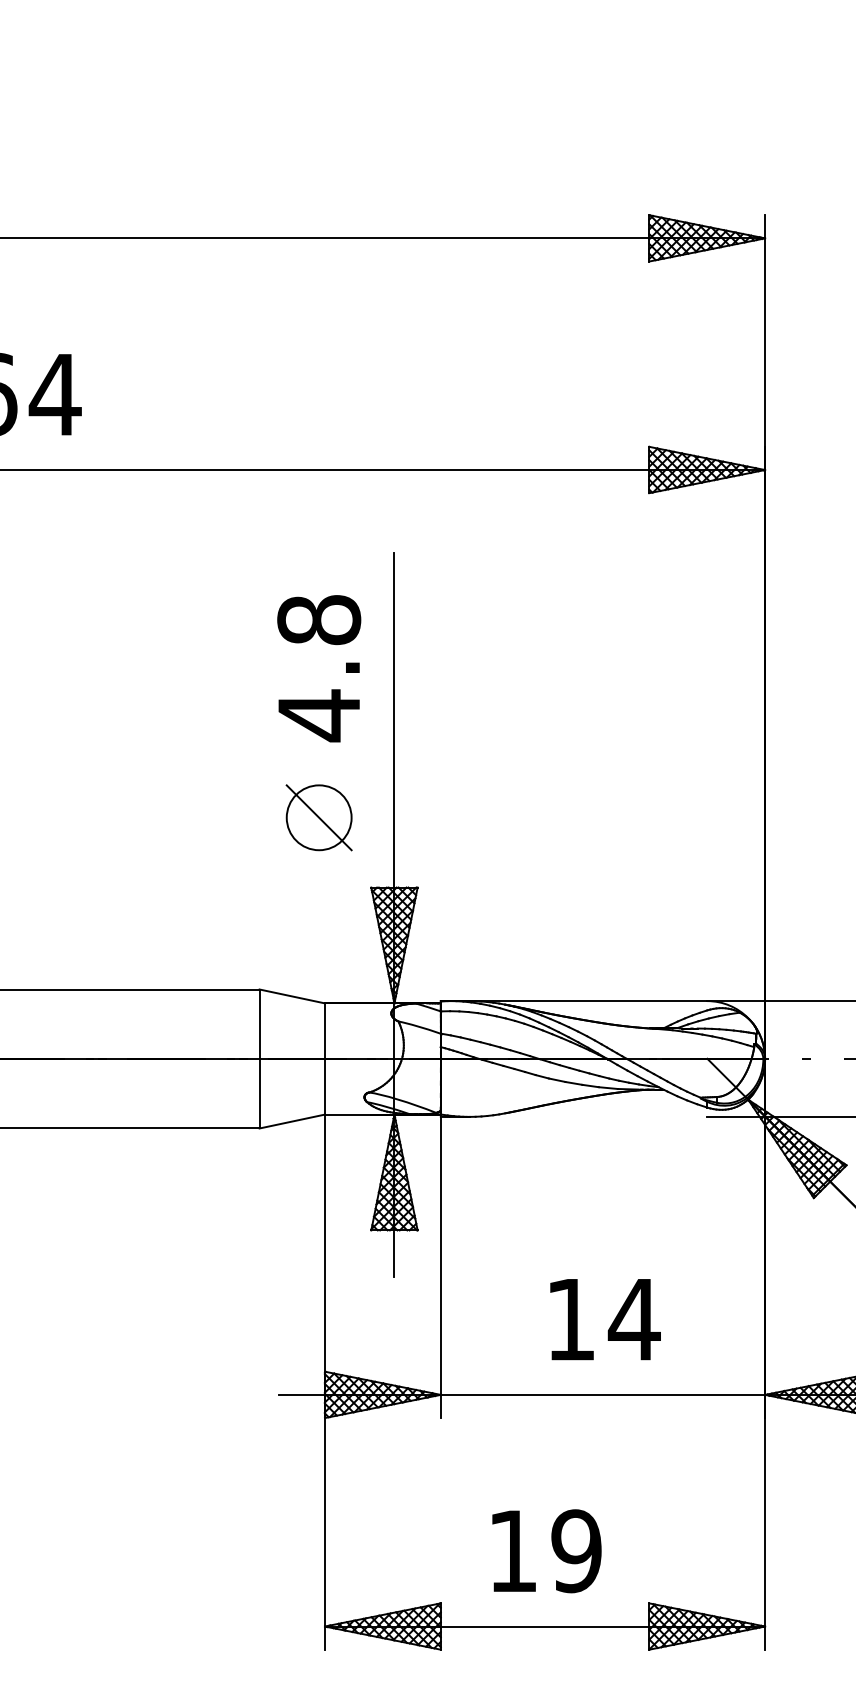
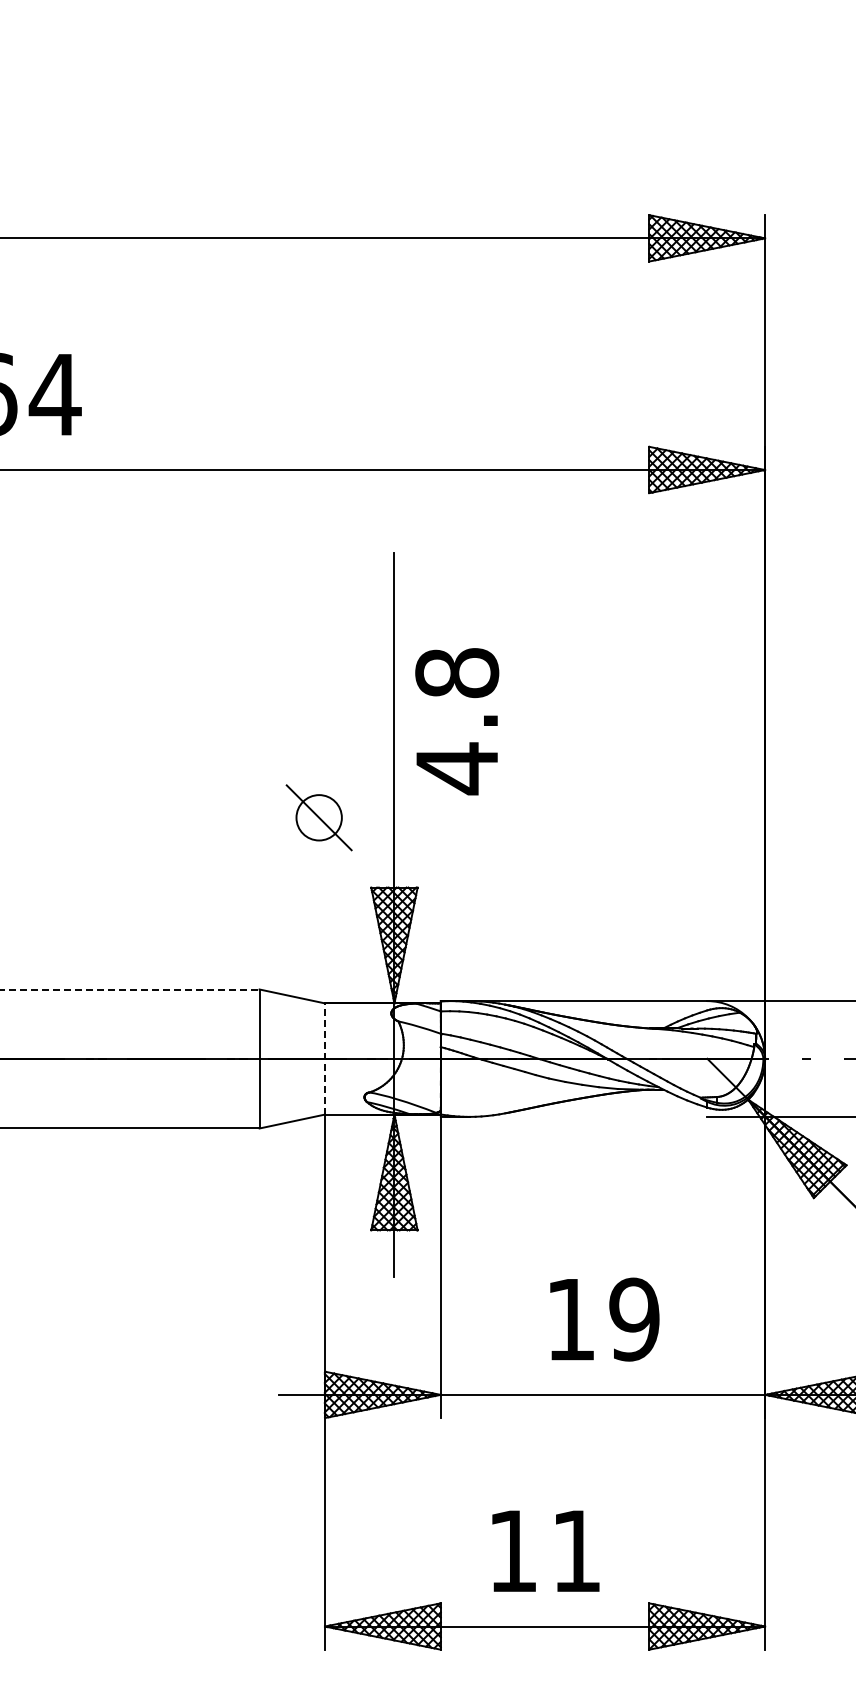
text at (319, 668) position: (319, 668) -> (457, 721)
circle at (318, 817) diameter: 65 px -> 45 px
line at (130, 989): solid -> dashed
line at (324, 1059): solid -> dashed
text at (633, 1319): 14 -> 19
text at (576, 1551): 19 -> 11
